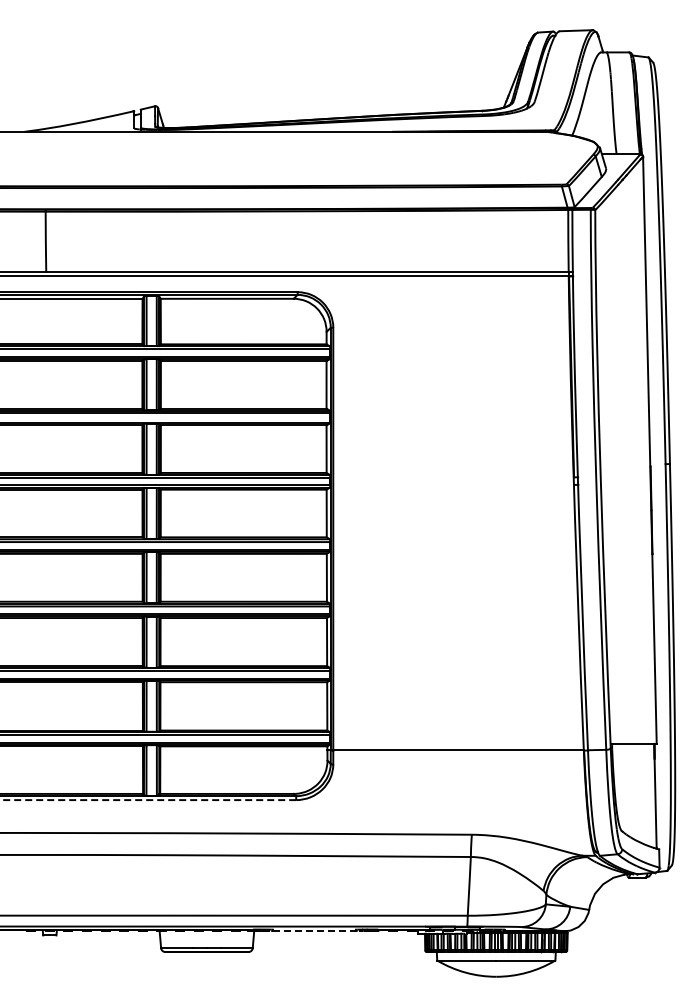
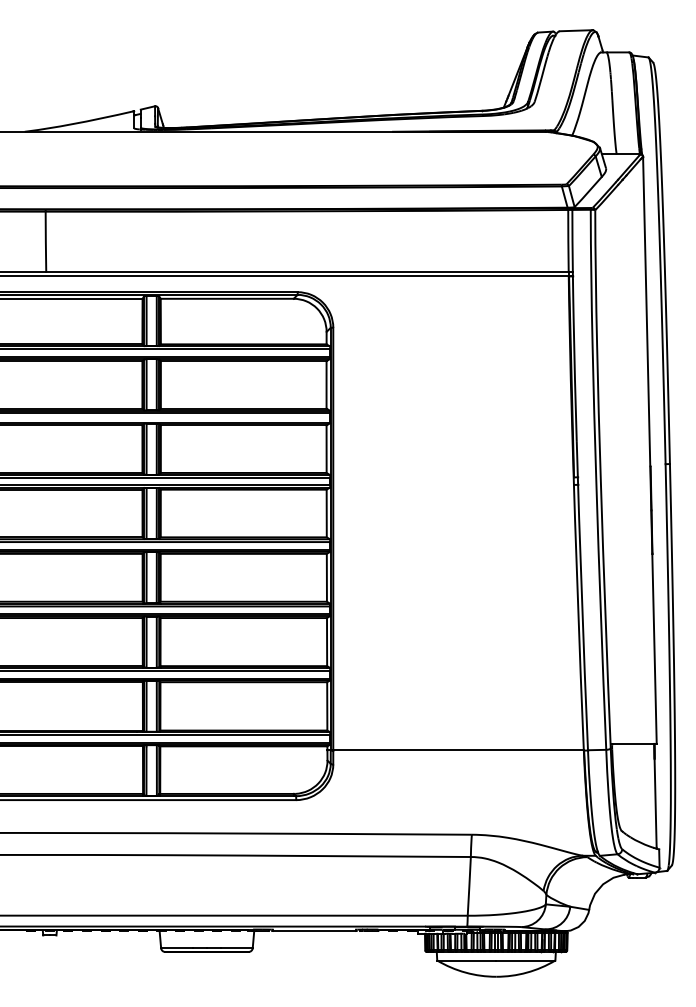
line at (148, 800): dashed -> solid
line at (314, 931): dashed -> solid
